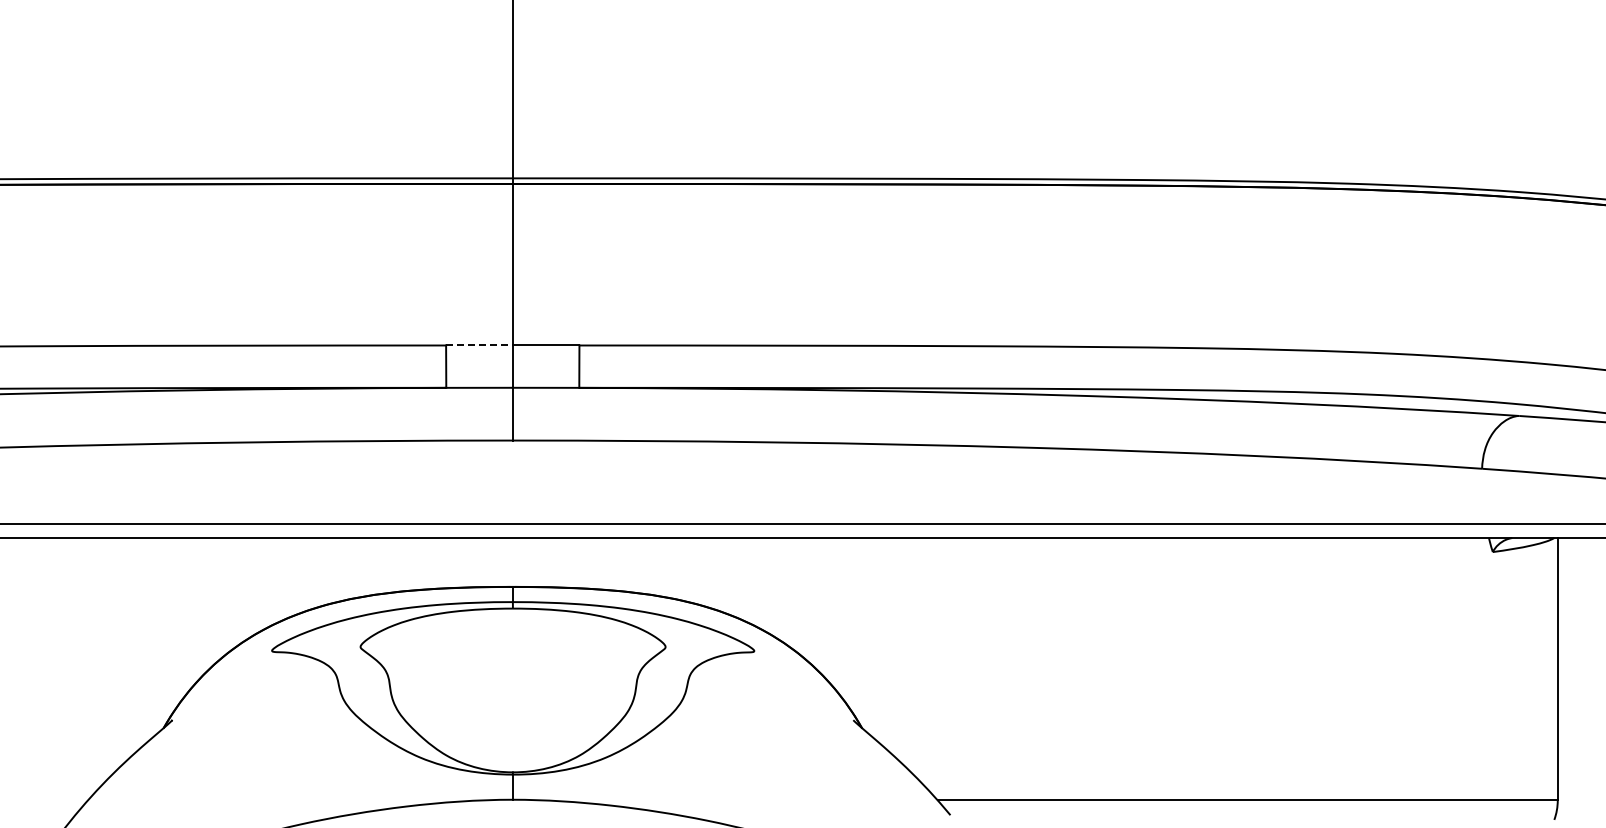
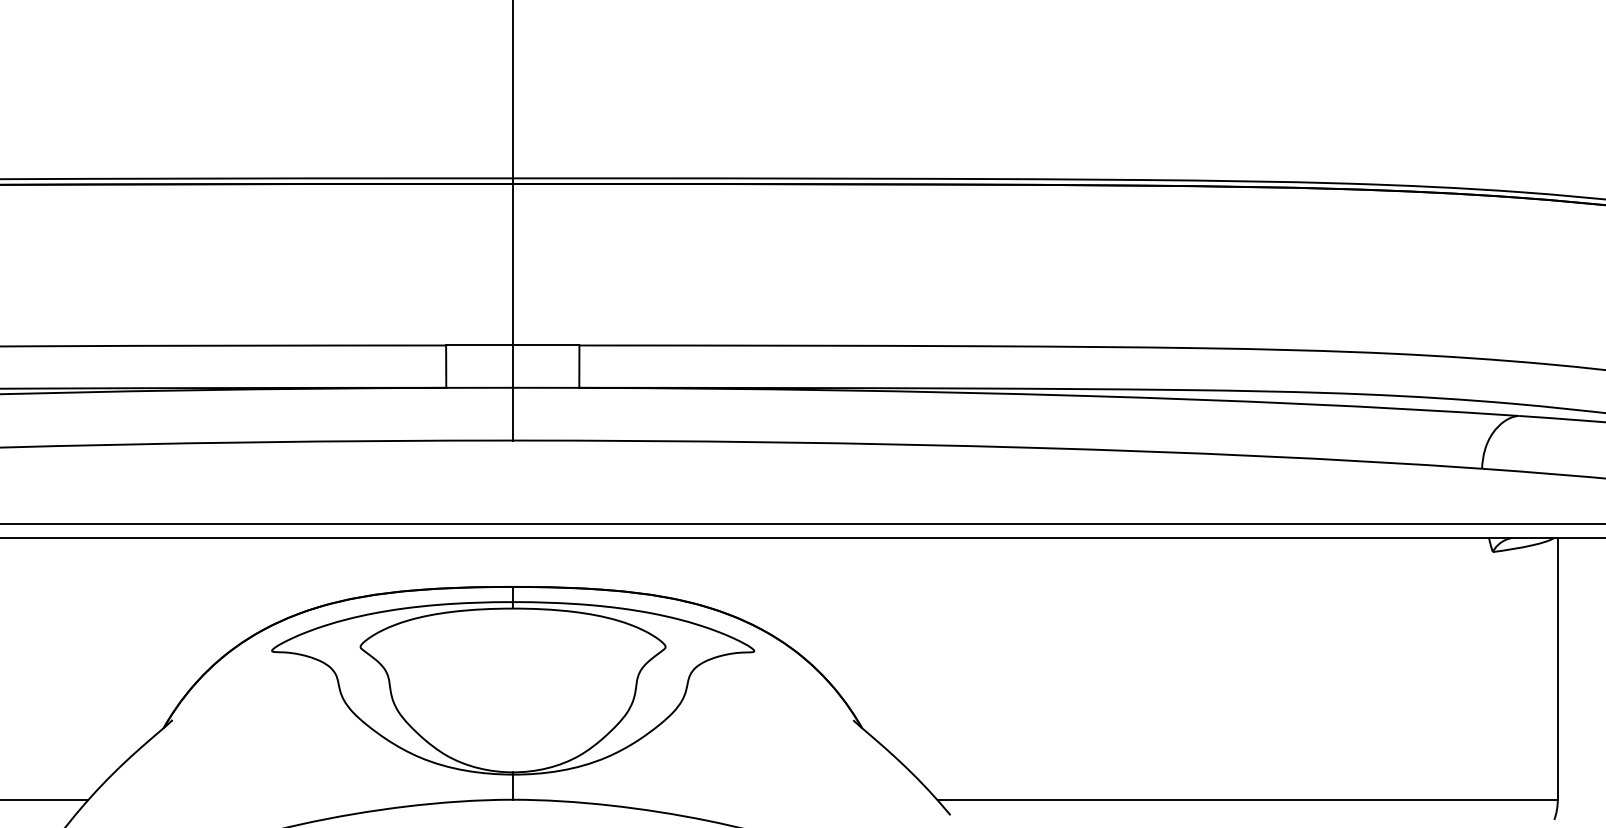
line at (479, 345): dashed -> solid
line at (45, 800): none -> present
